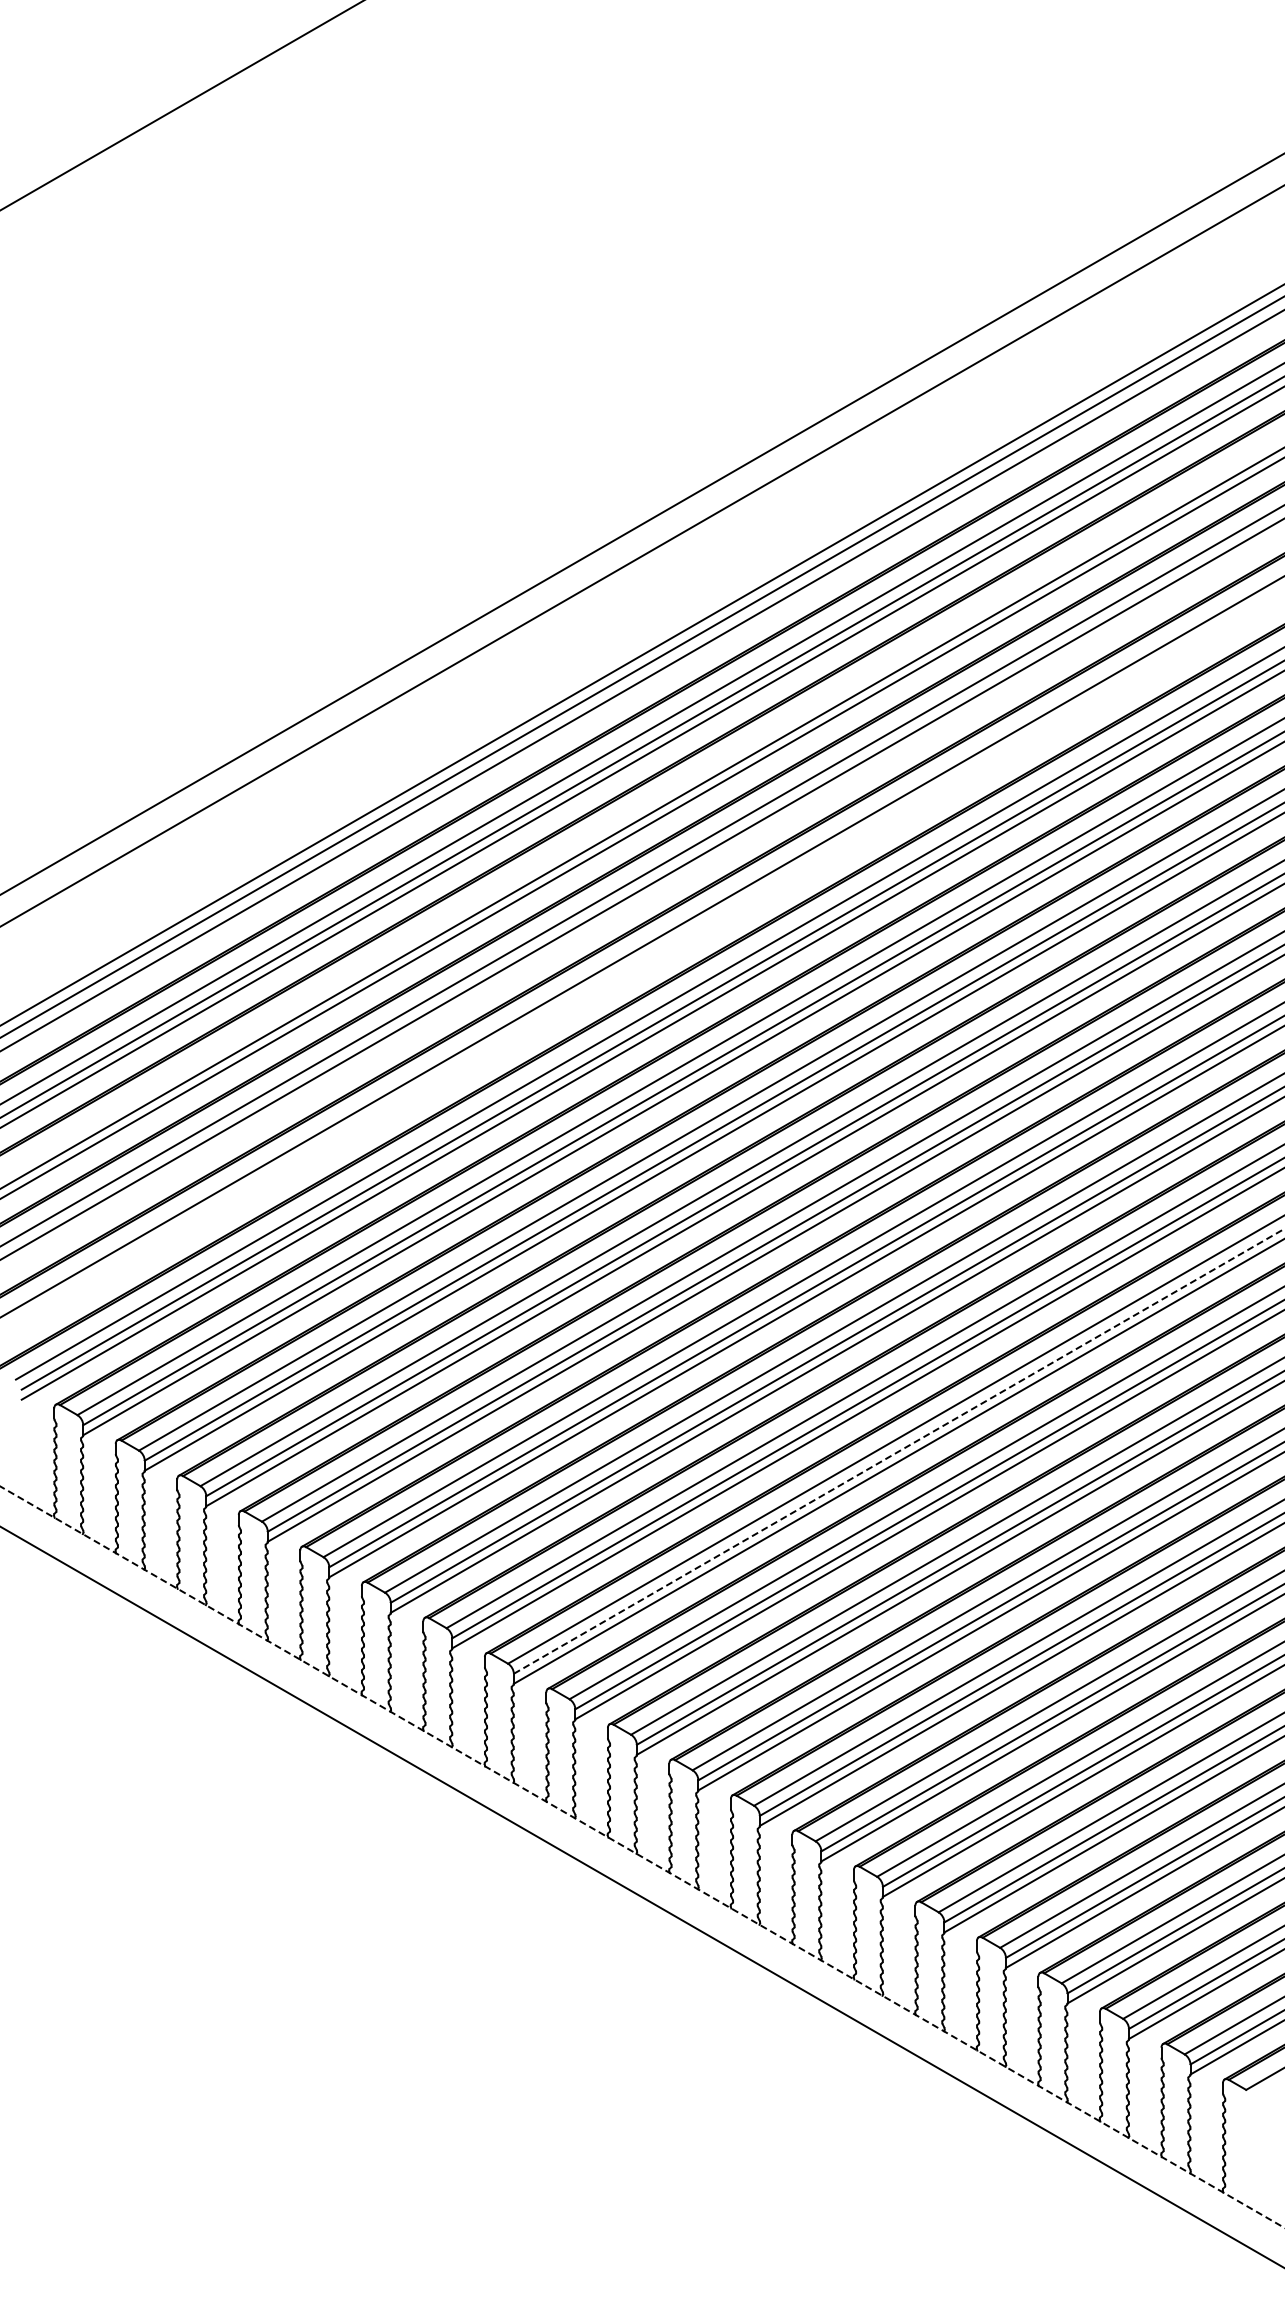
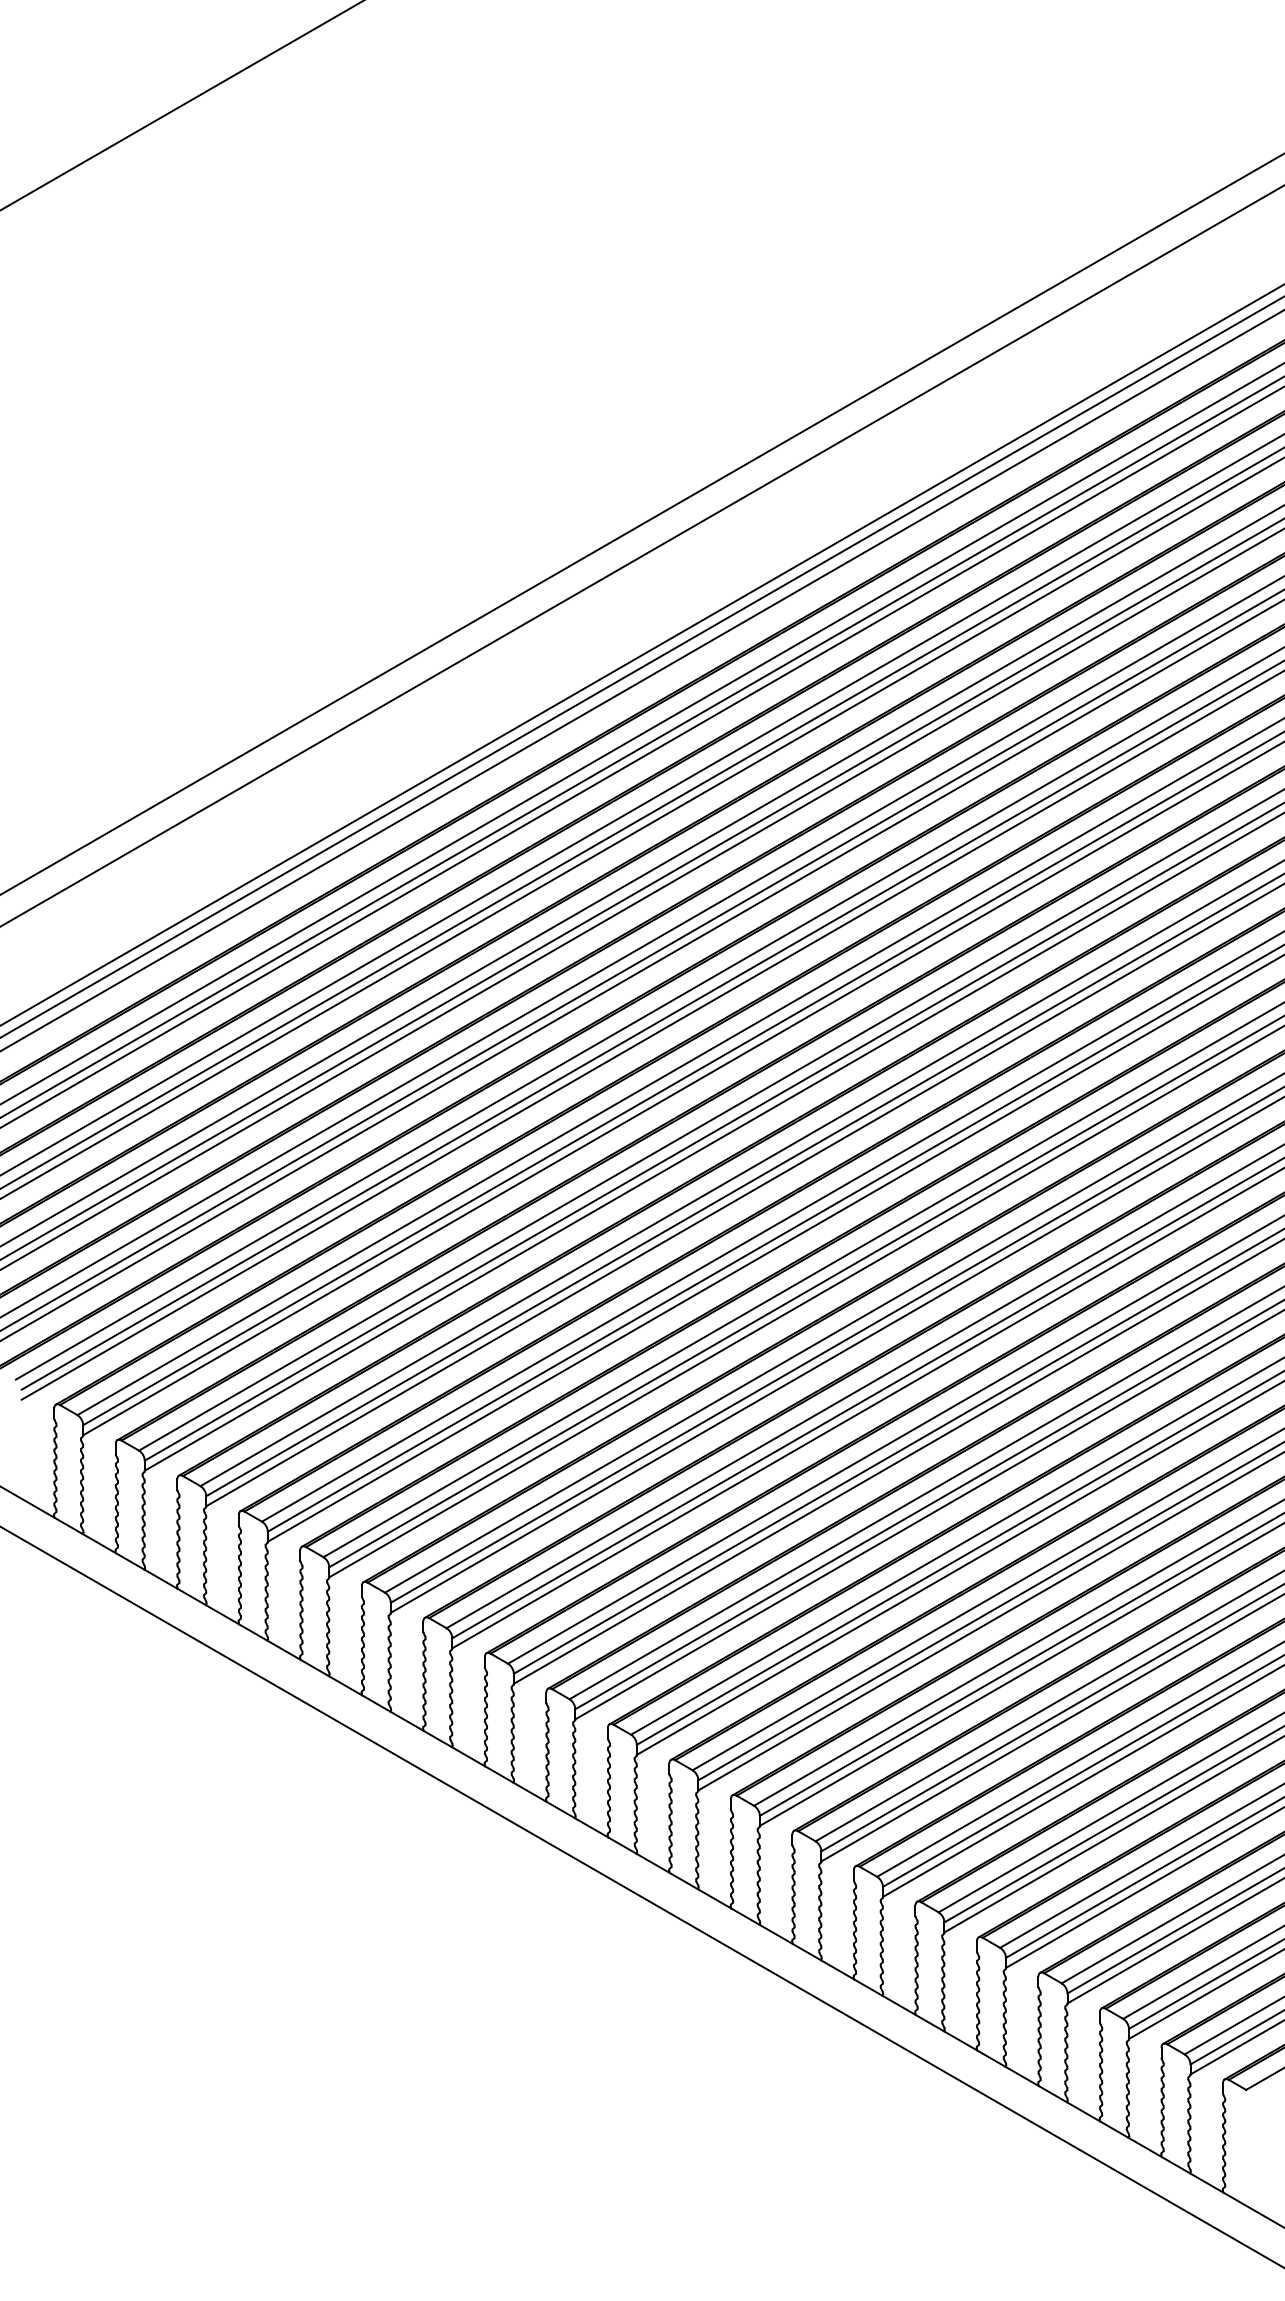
line at (641, 805): none -> present
line at (641, 899): none -> present
line at (641, 960): none -> present
line at (641, 970): none -> present
line at (899, 1451): dashed -> solid
line at (642, 1857): dashed -> solid
